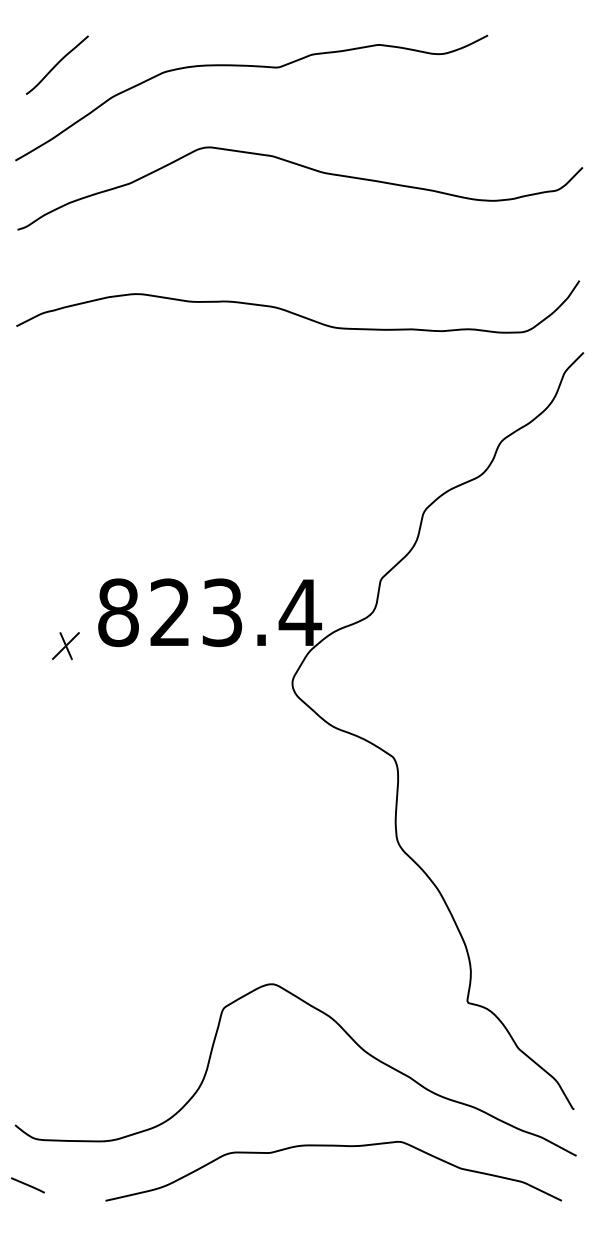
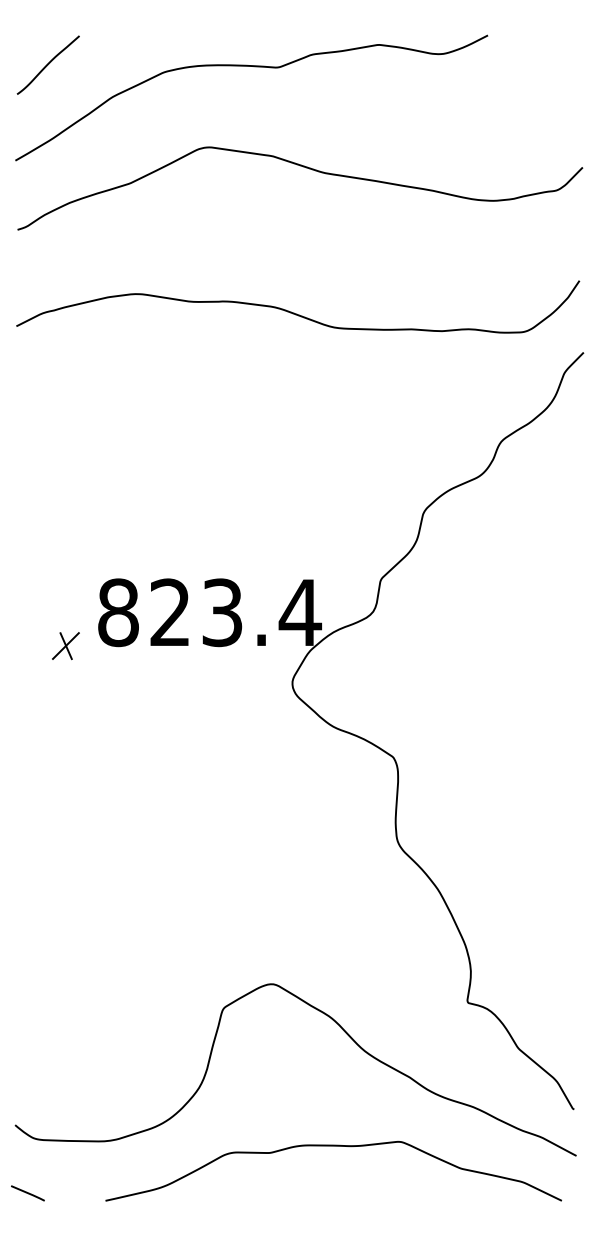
curve at (56, 64) position: (56, 64) -> (47, 64)
line at (27, 1185) position: (27, 1185) -> (27, 1193)
